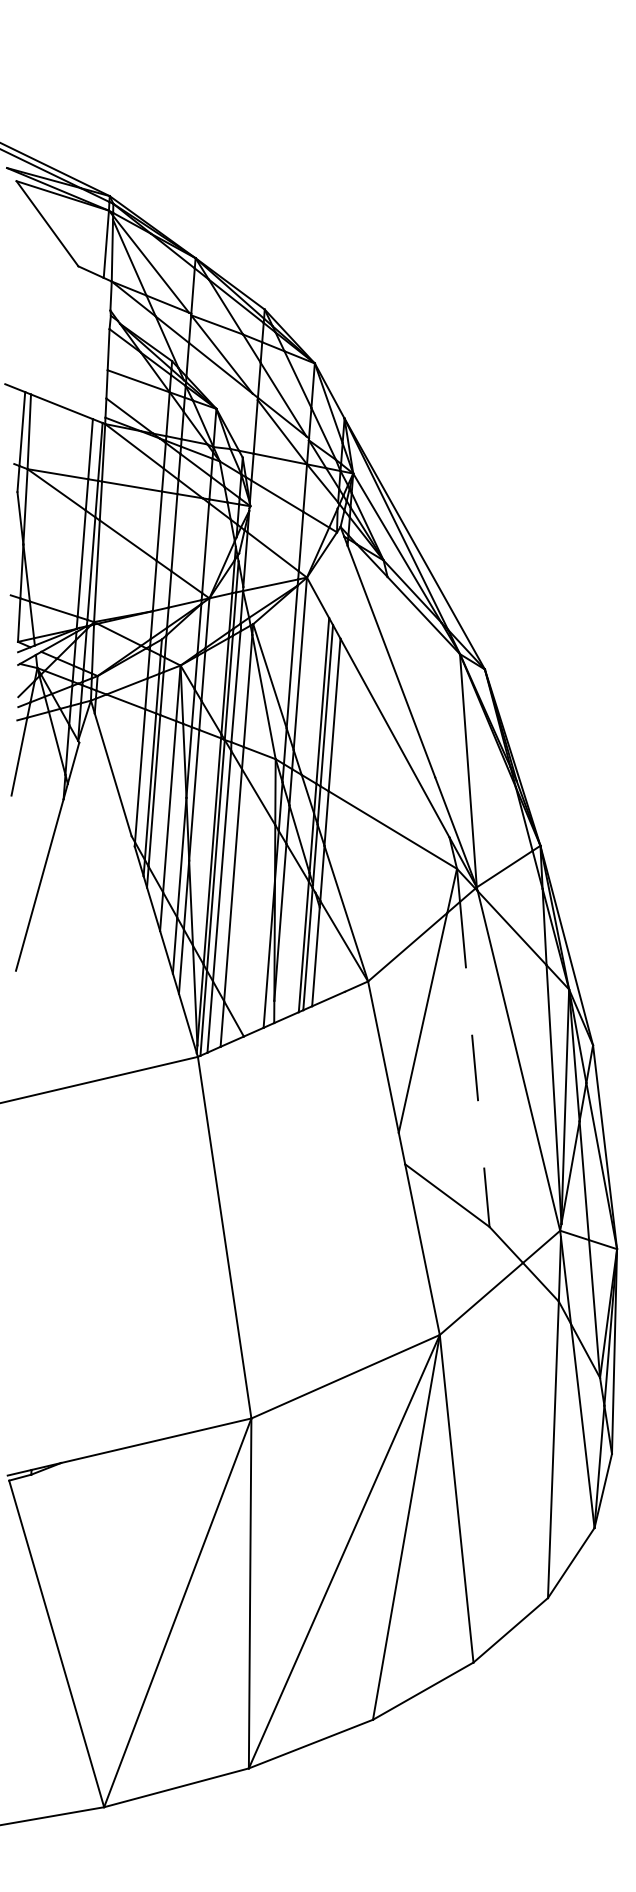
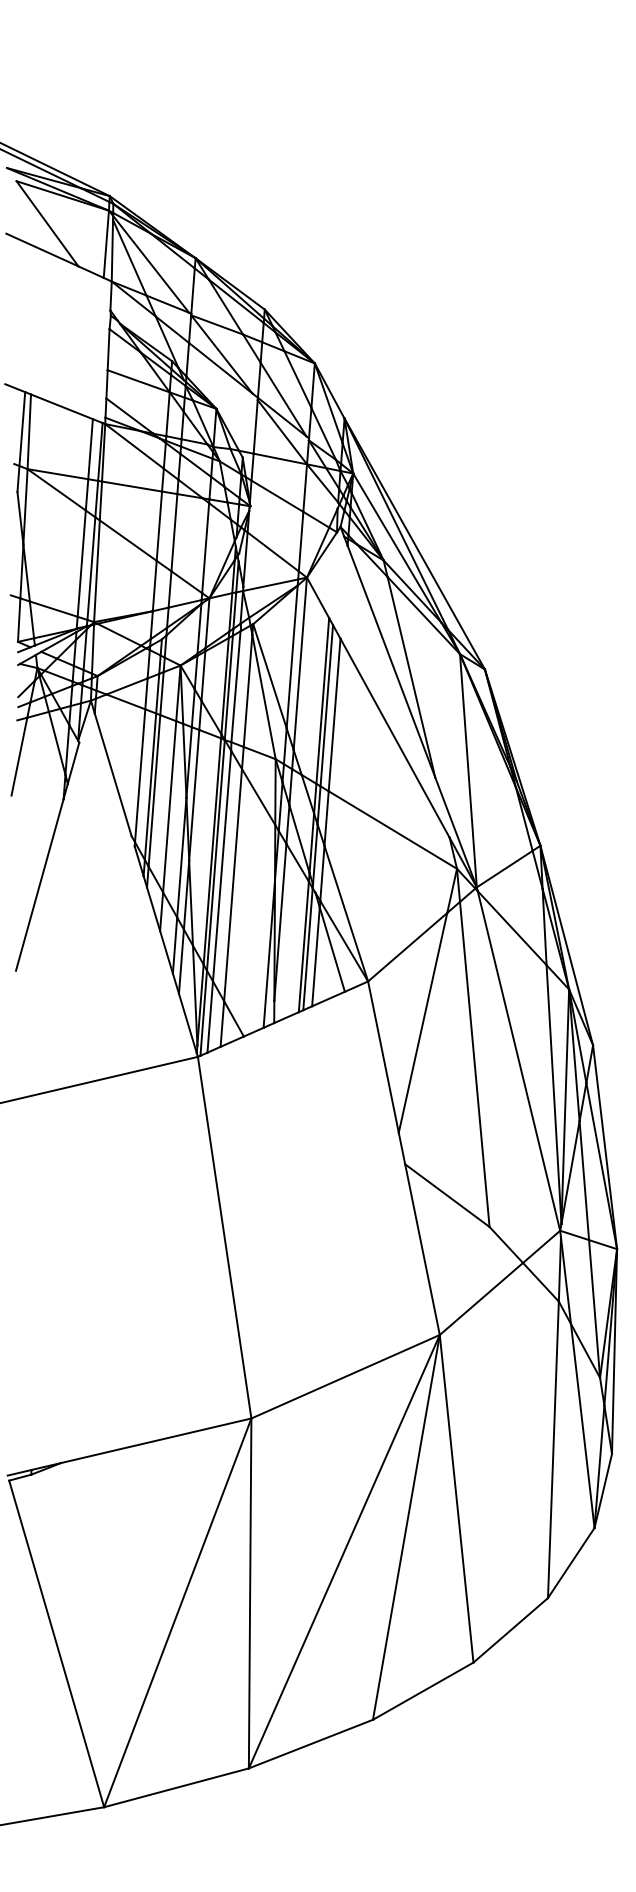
line at (42, 249): none -> present
line at (411, 677): none -> present
line at (331, 949): none -> present
line at (474, 1064): dashed -> solid
